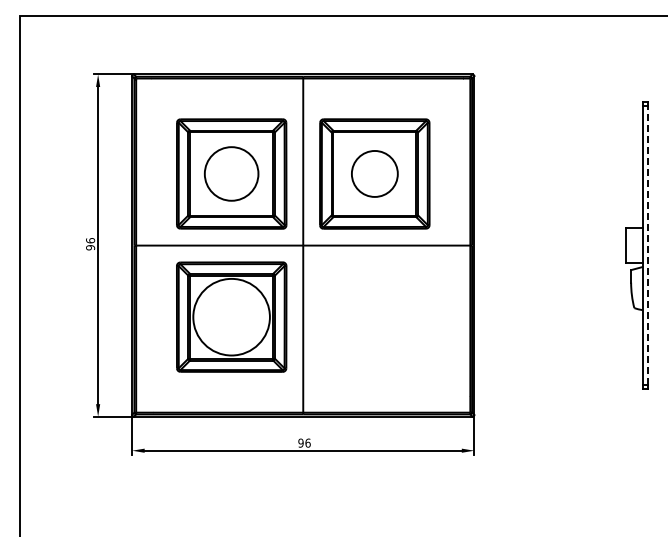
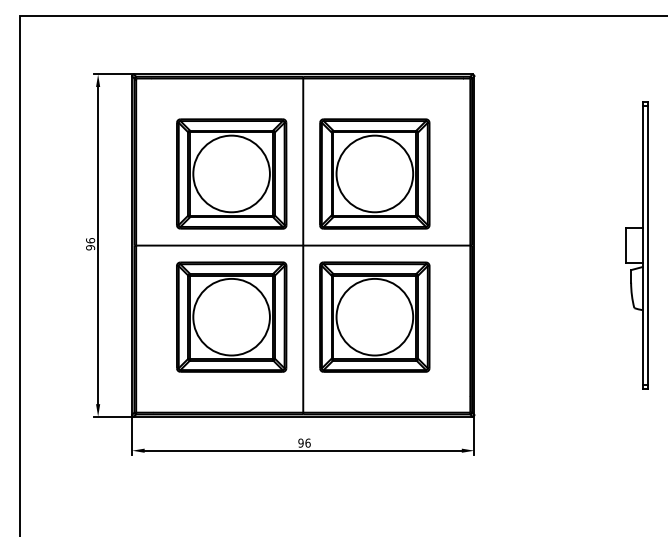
circle at (231, 173) diameter: 54 px -> 77 px
circle at (374, 173) diameter: 46 px -> 77 px
line at (647, 245): dashed -> solid
part at (374, 316): none -> present
